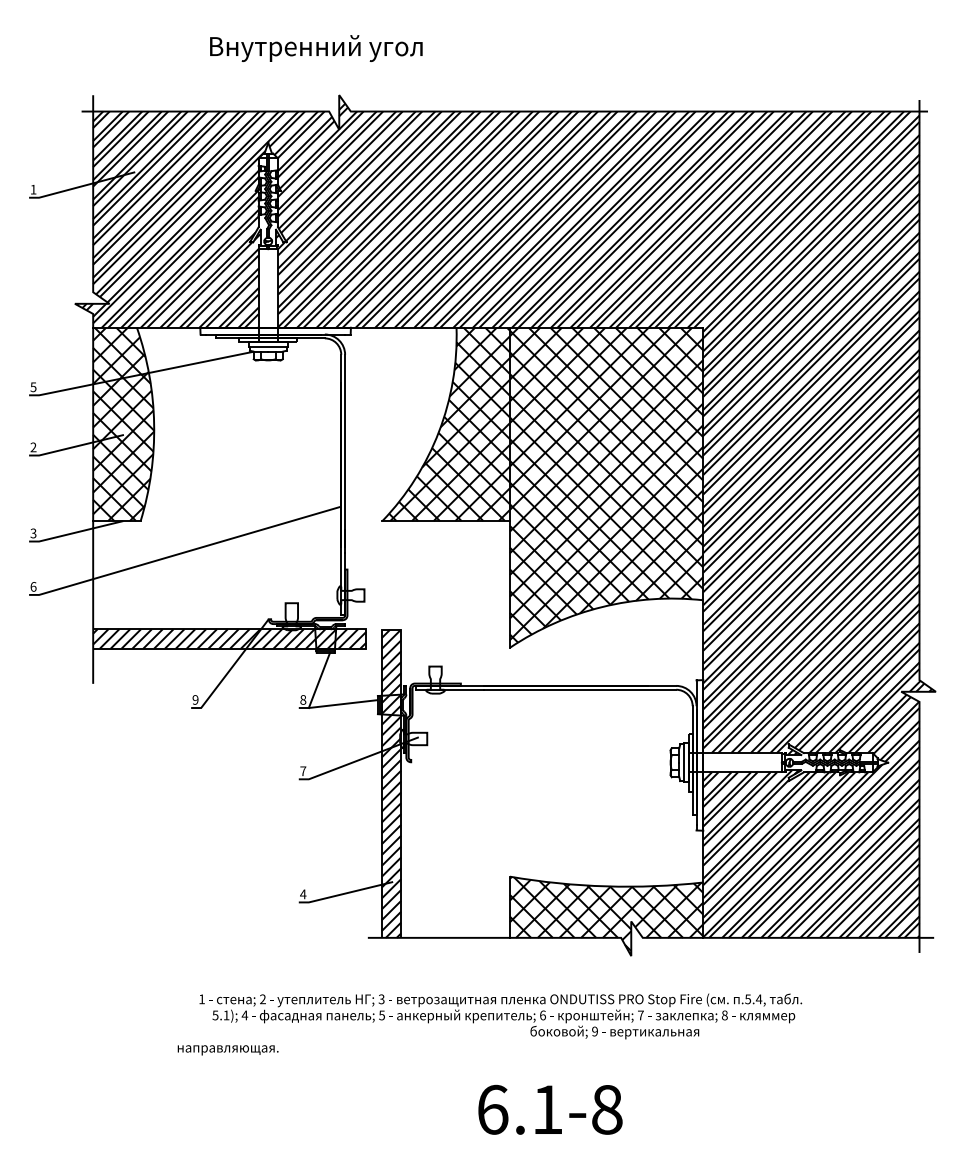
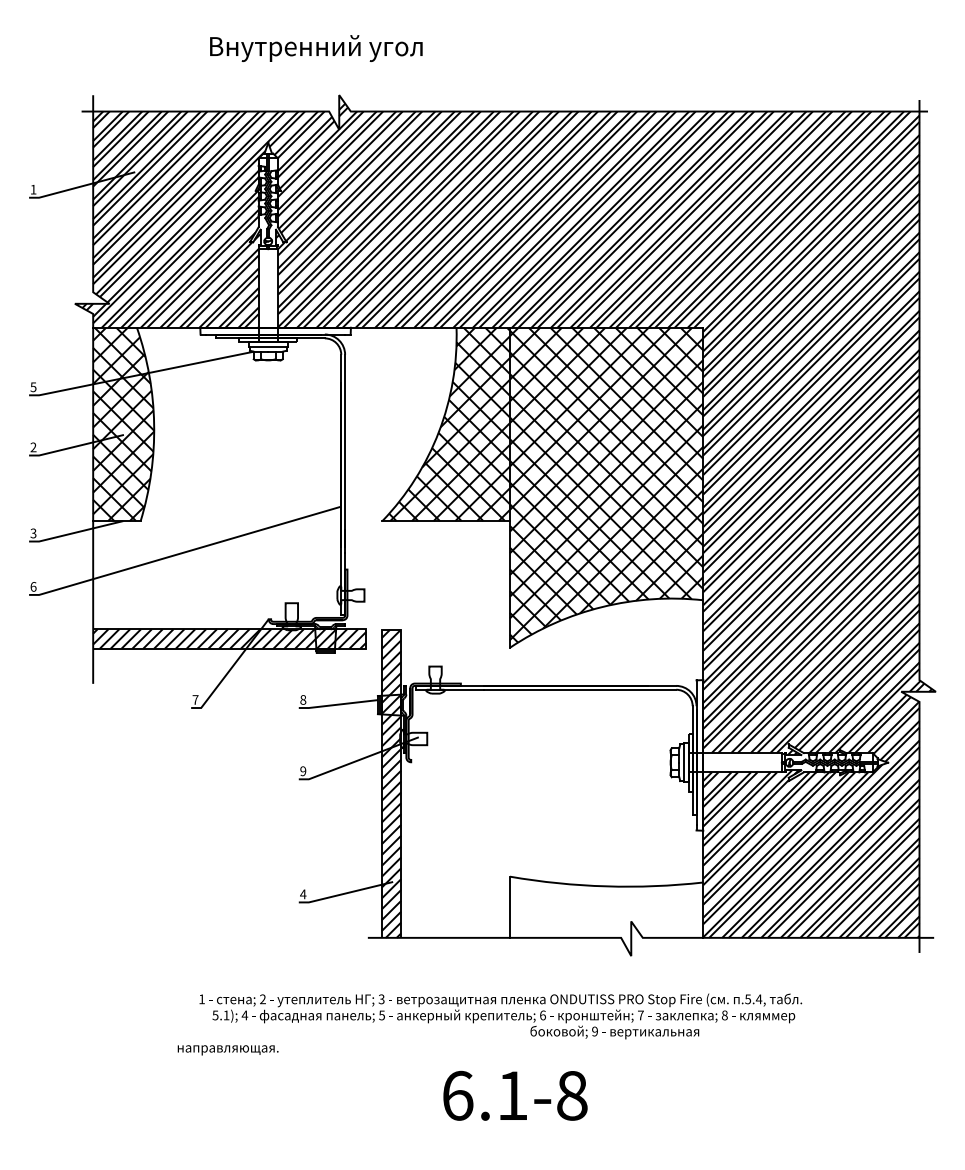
line at (319, 680): present -> none
text at (195, 699): 9 -> 7
text at (303, 771): 7 -> 9
hatch at (606, 915): present -> none
text at (550, 1109) position: (550, 1109) -> (515, 1095)
